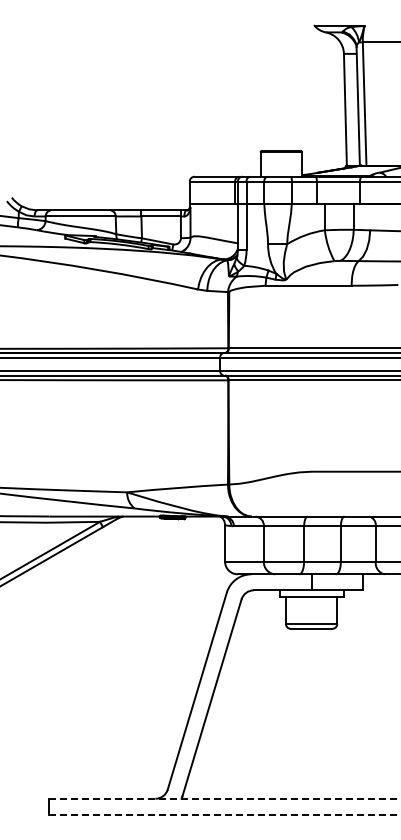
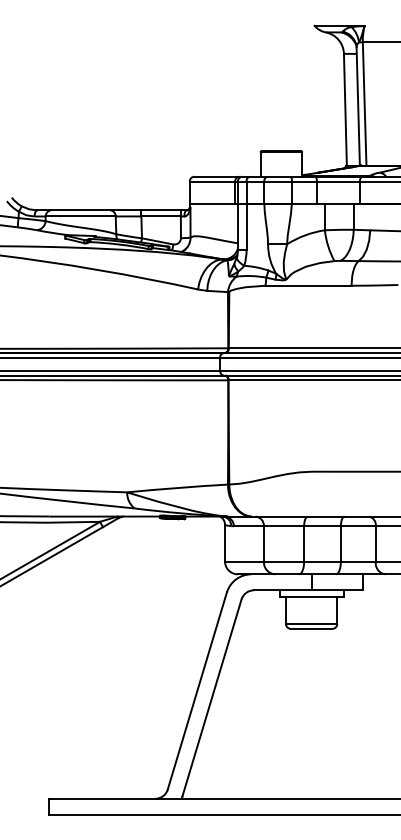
line at (224, 798): dashed -> solid
line at (224, 814): dashed -> solid
